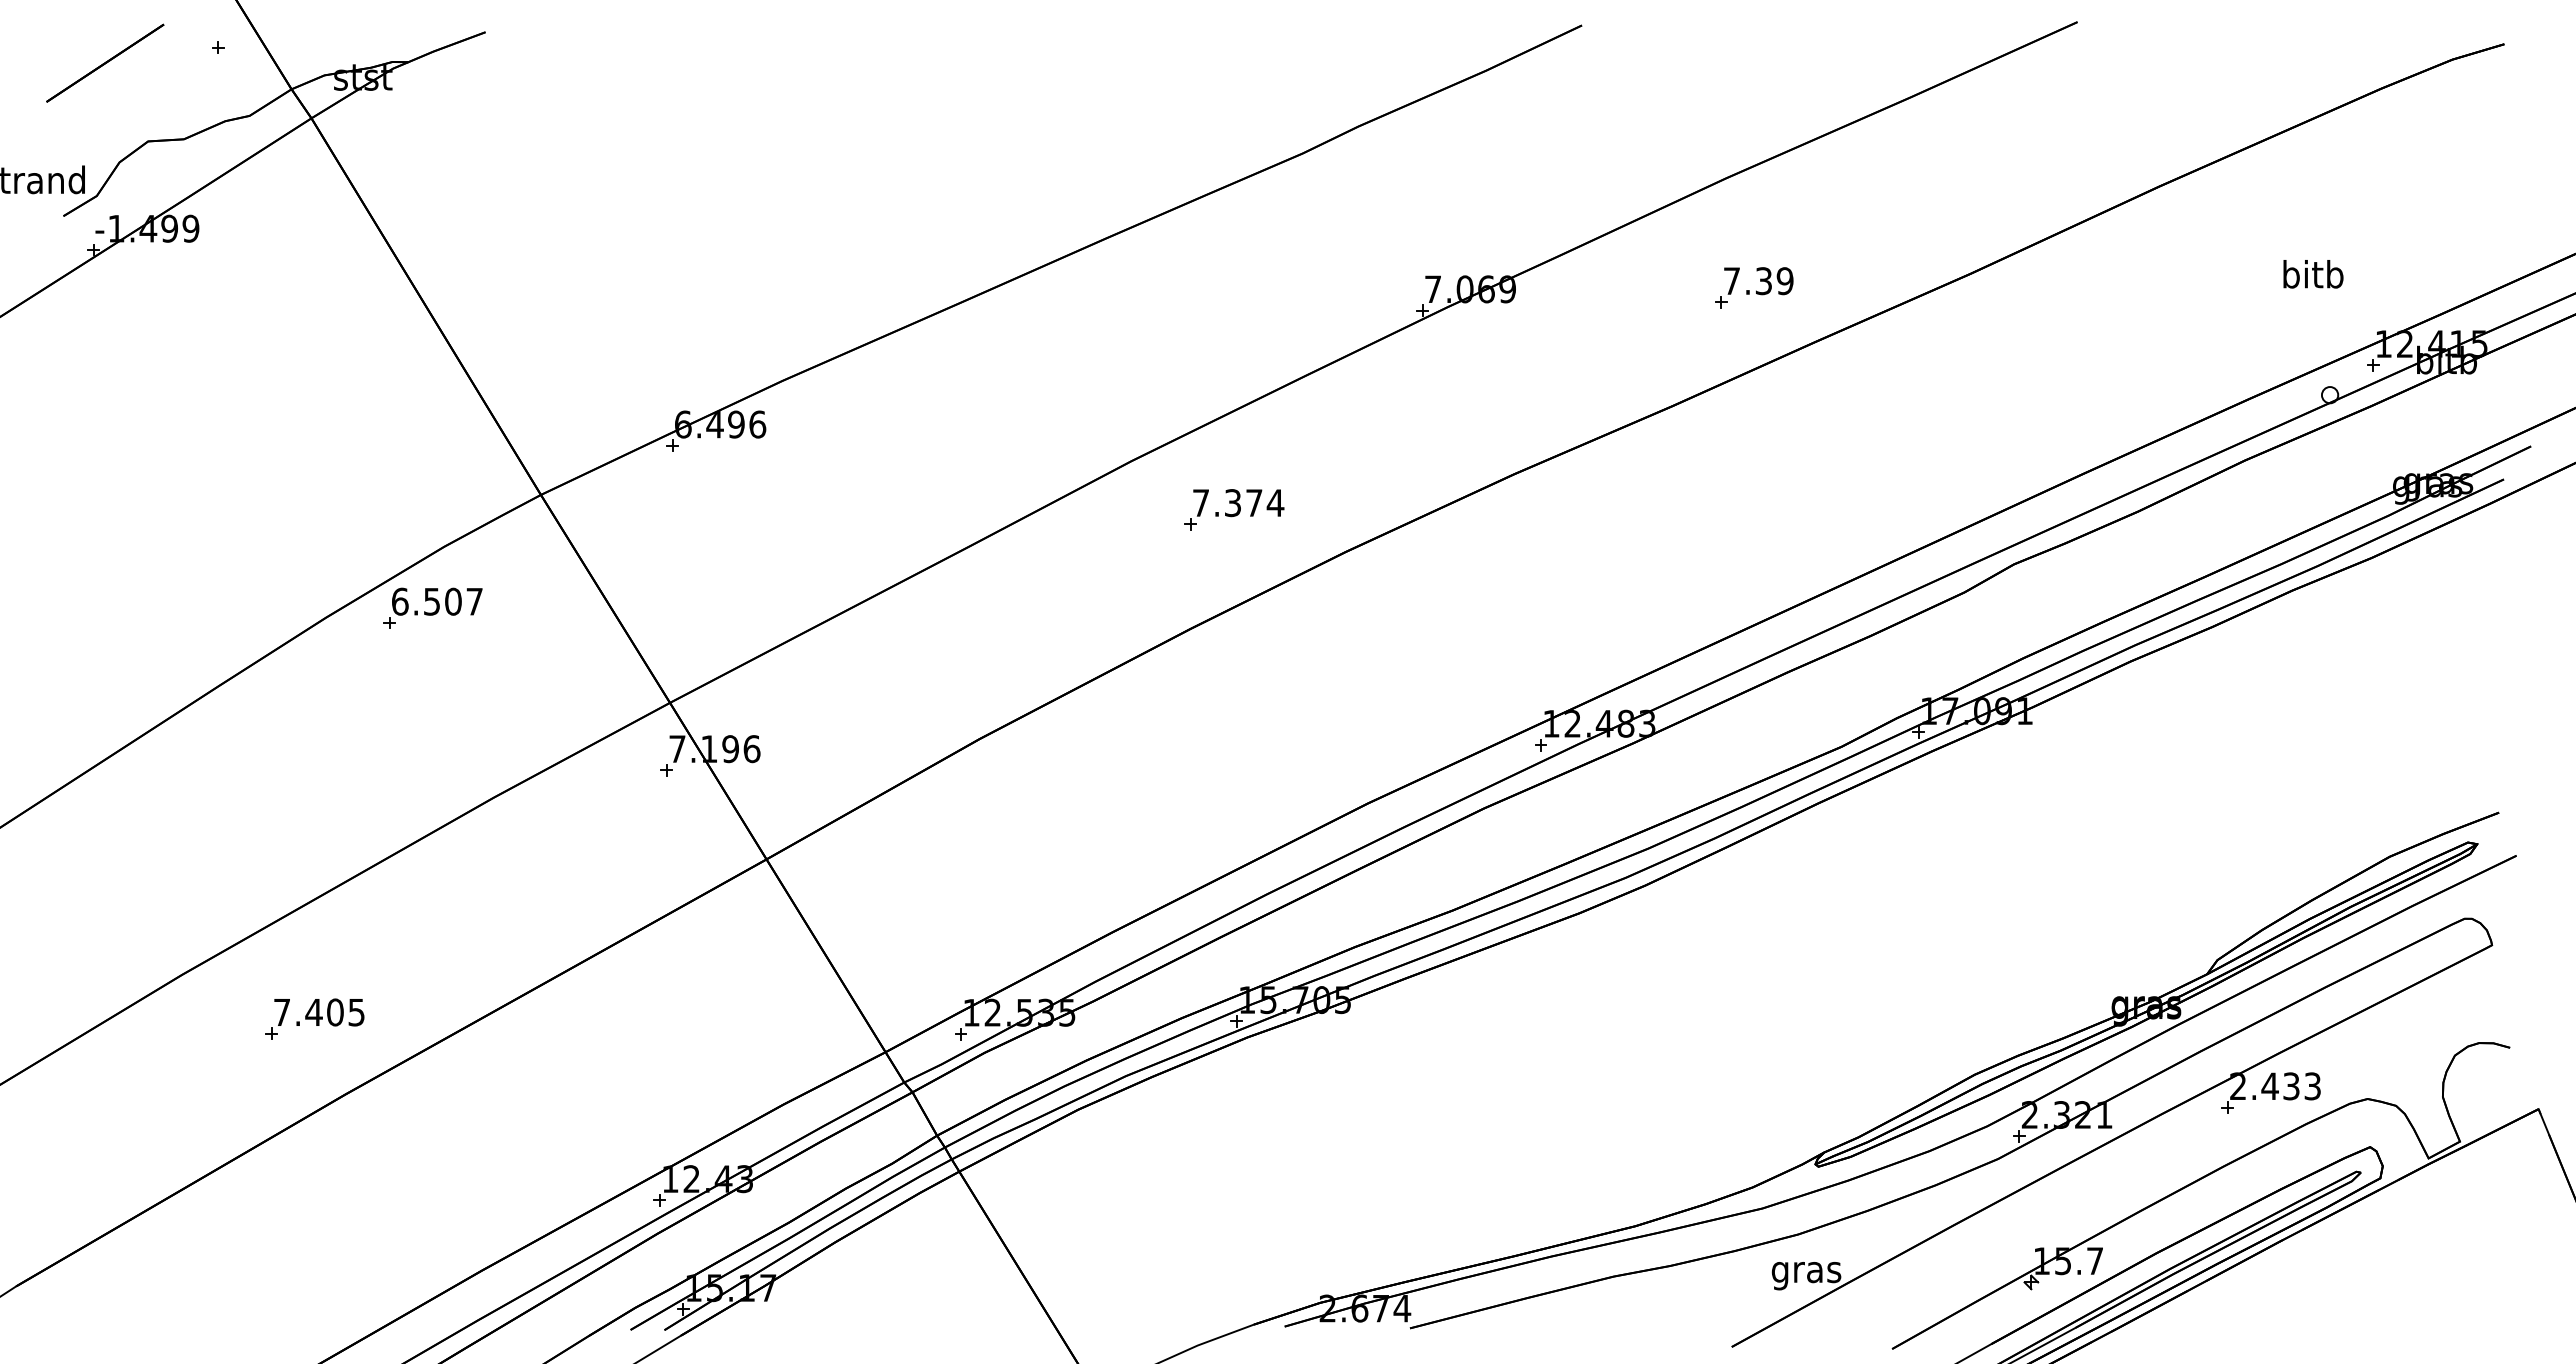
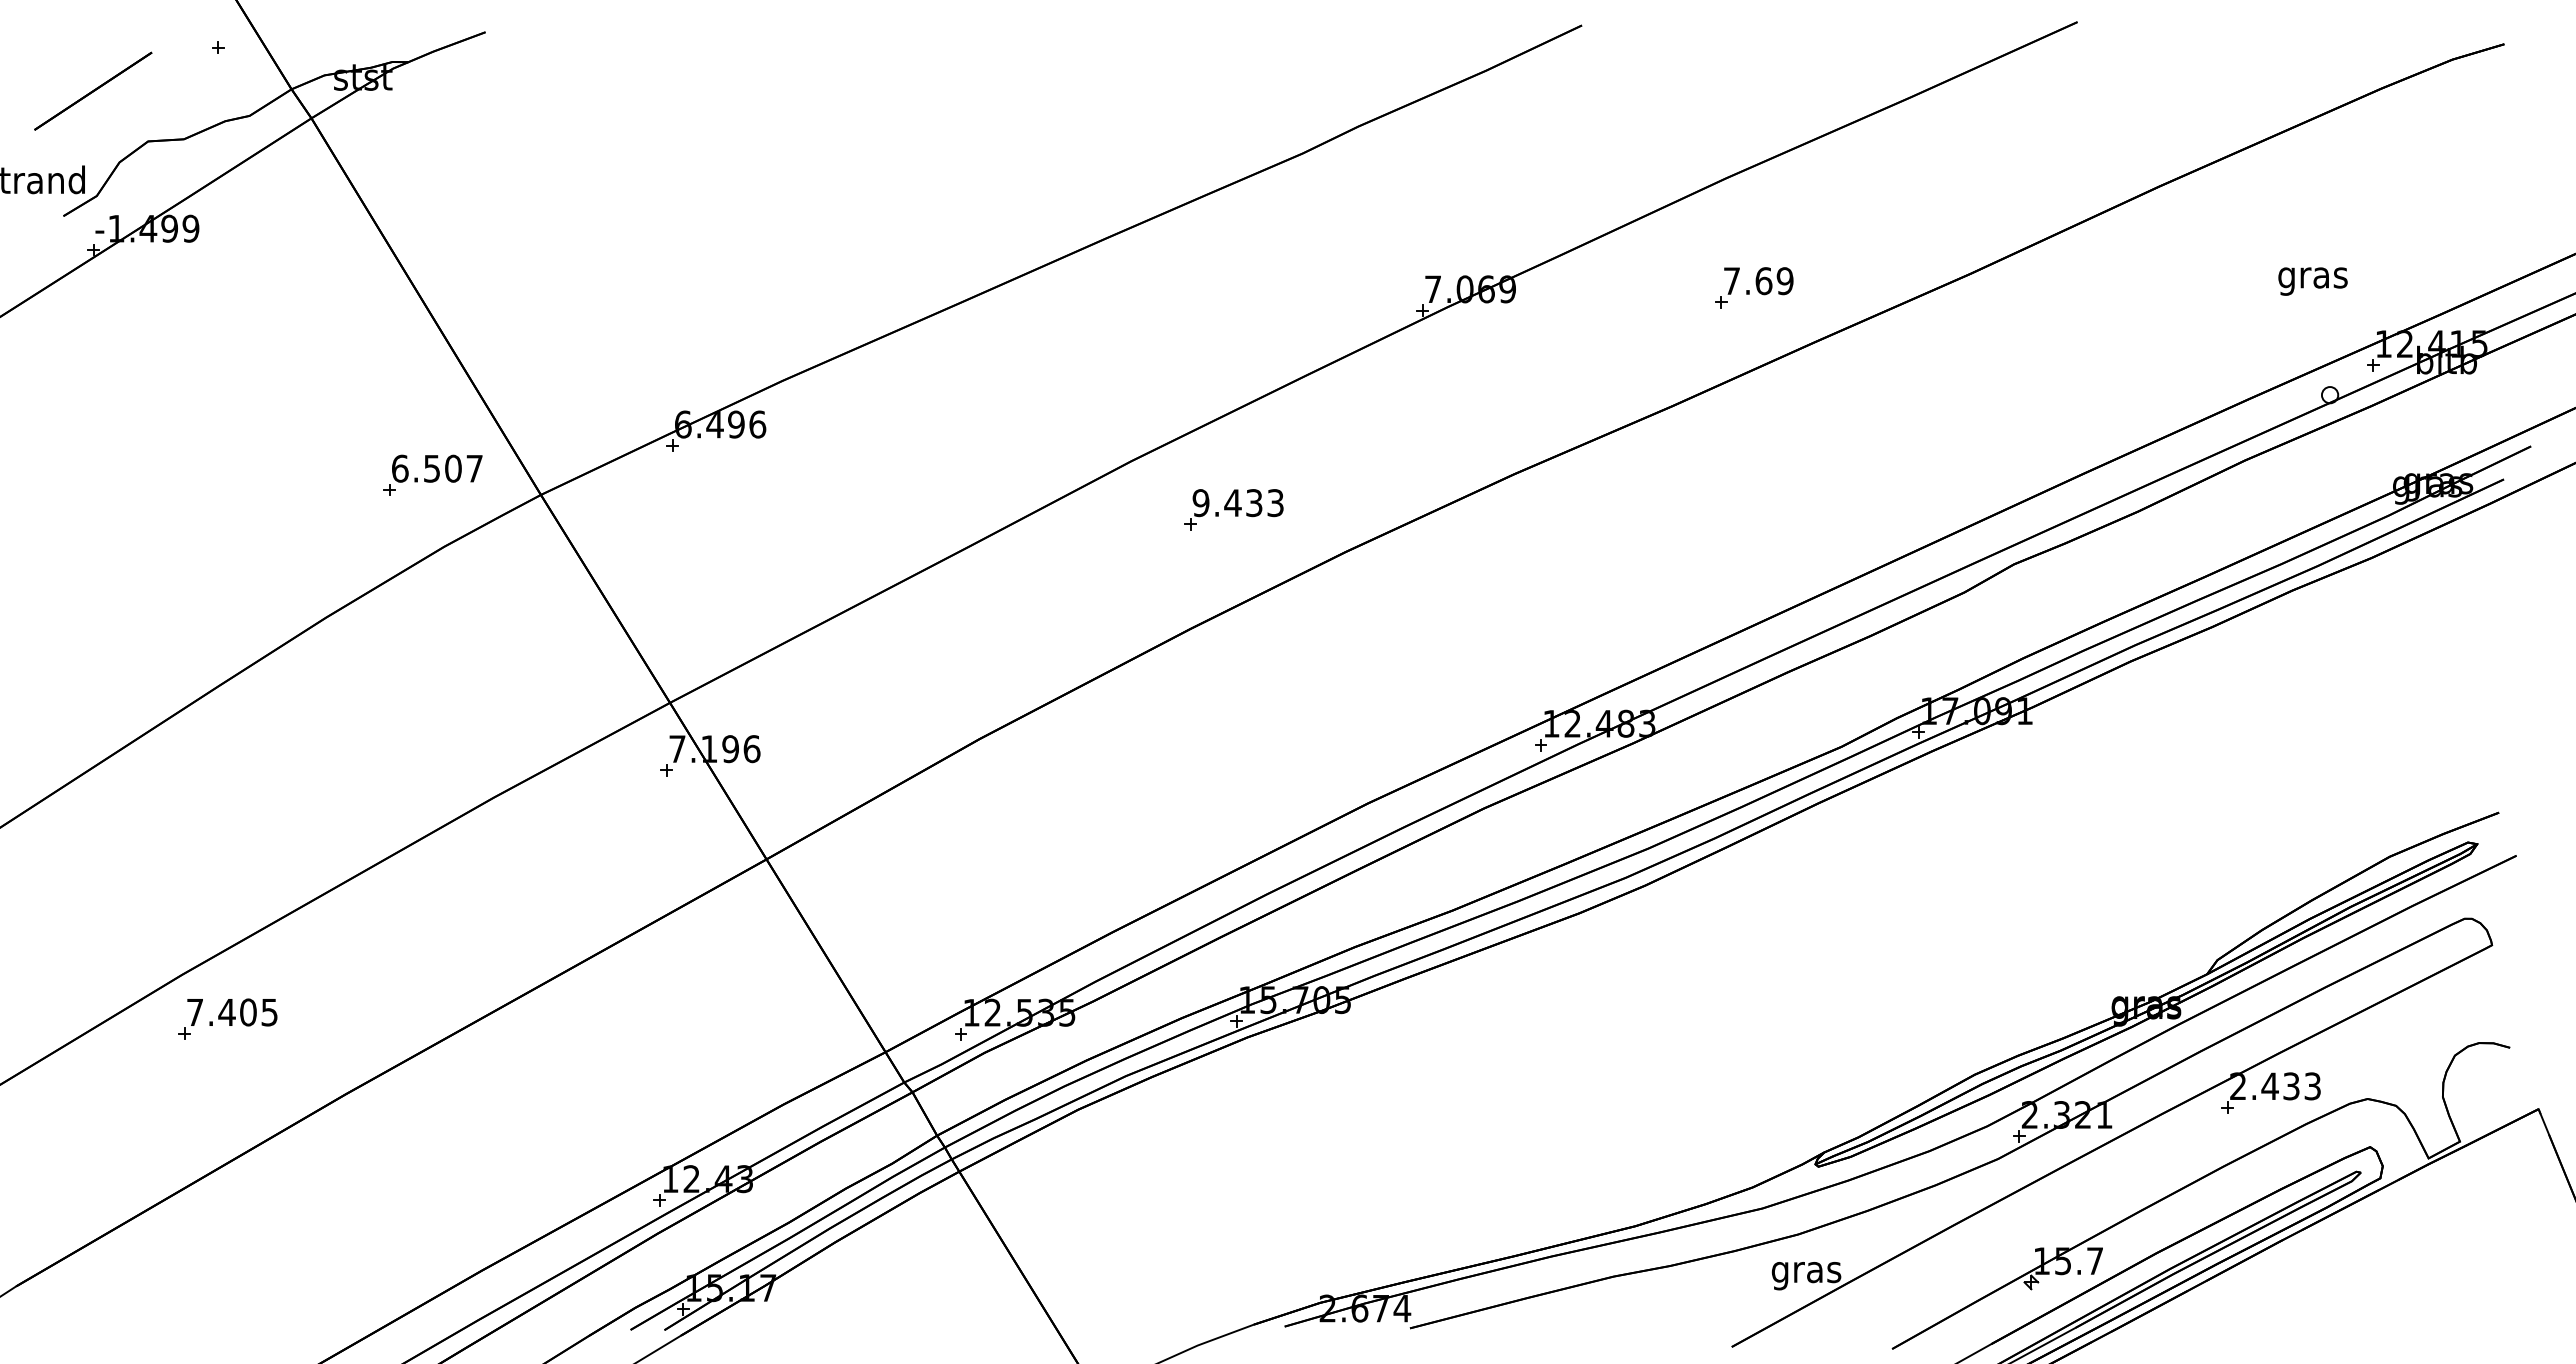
line at (105, 62) position: (105, 62) -> (93, 90)
text at (2312, 277): bitb -> gras
text at (1763, 281): 7.39 -> 7.69
text at (1238, 503): 7.374 -> 9.433
part at (432, 607) position: (432, 607) -> (432, 474)
part at (314, 1018) position: (314, 1018) -> (227, 1018)
